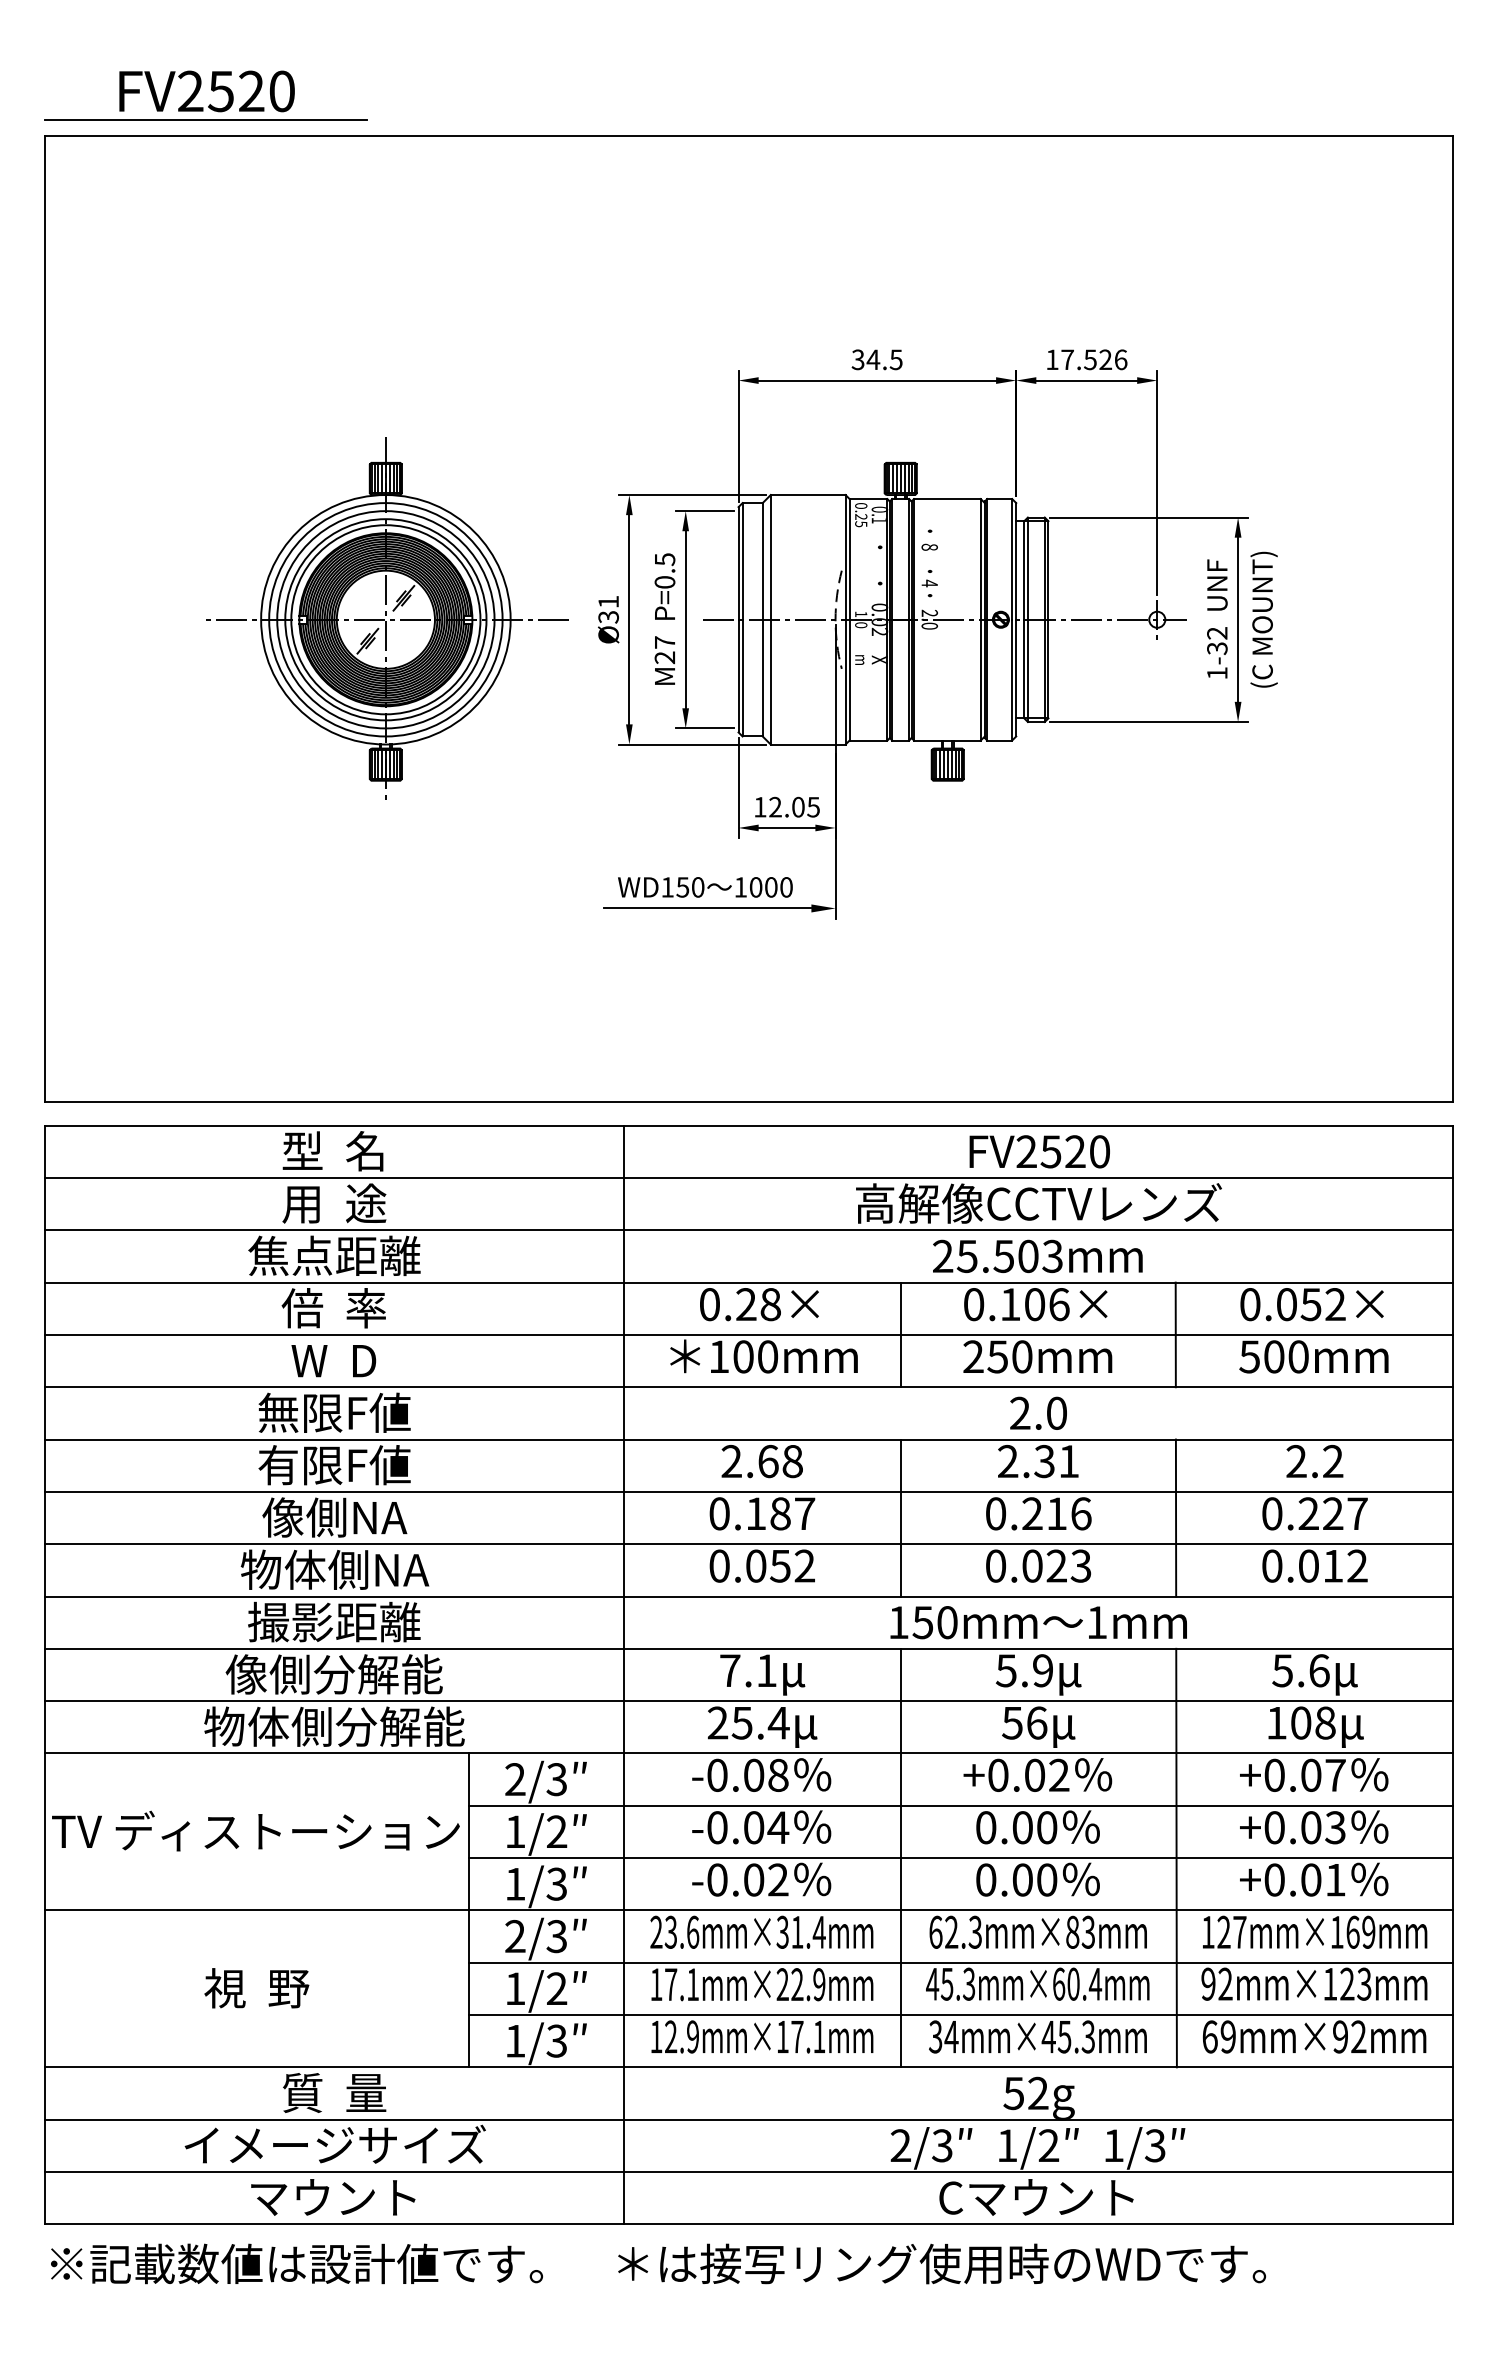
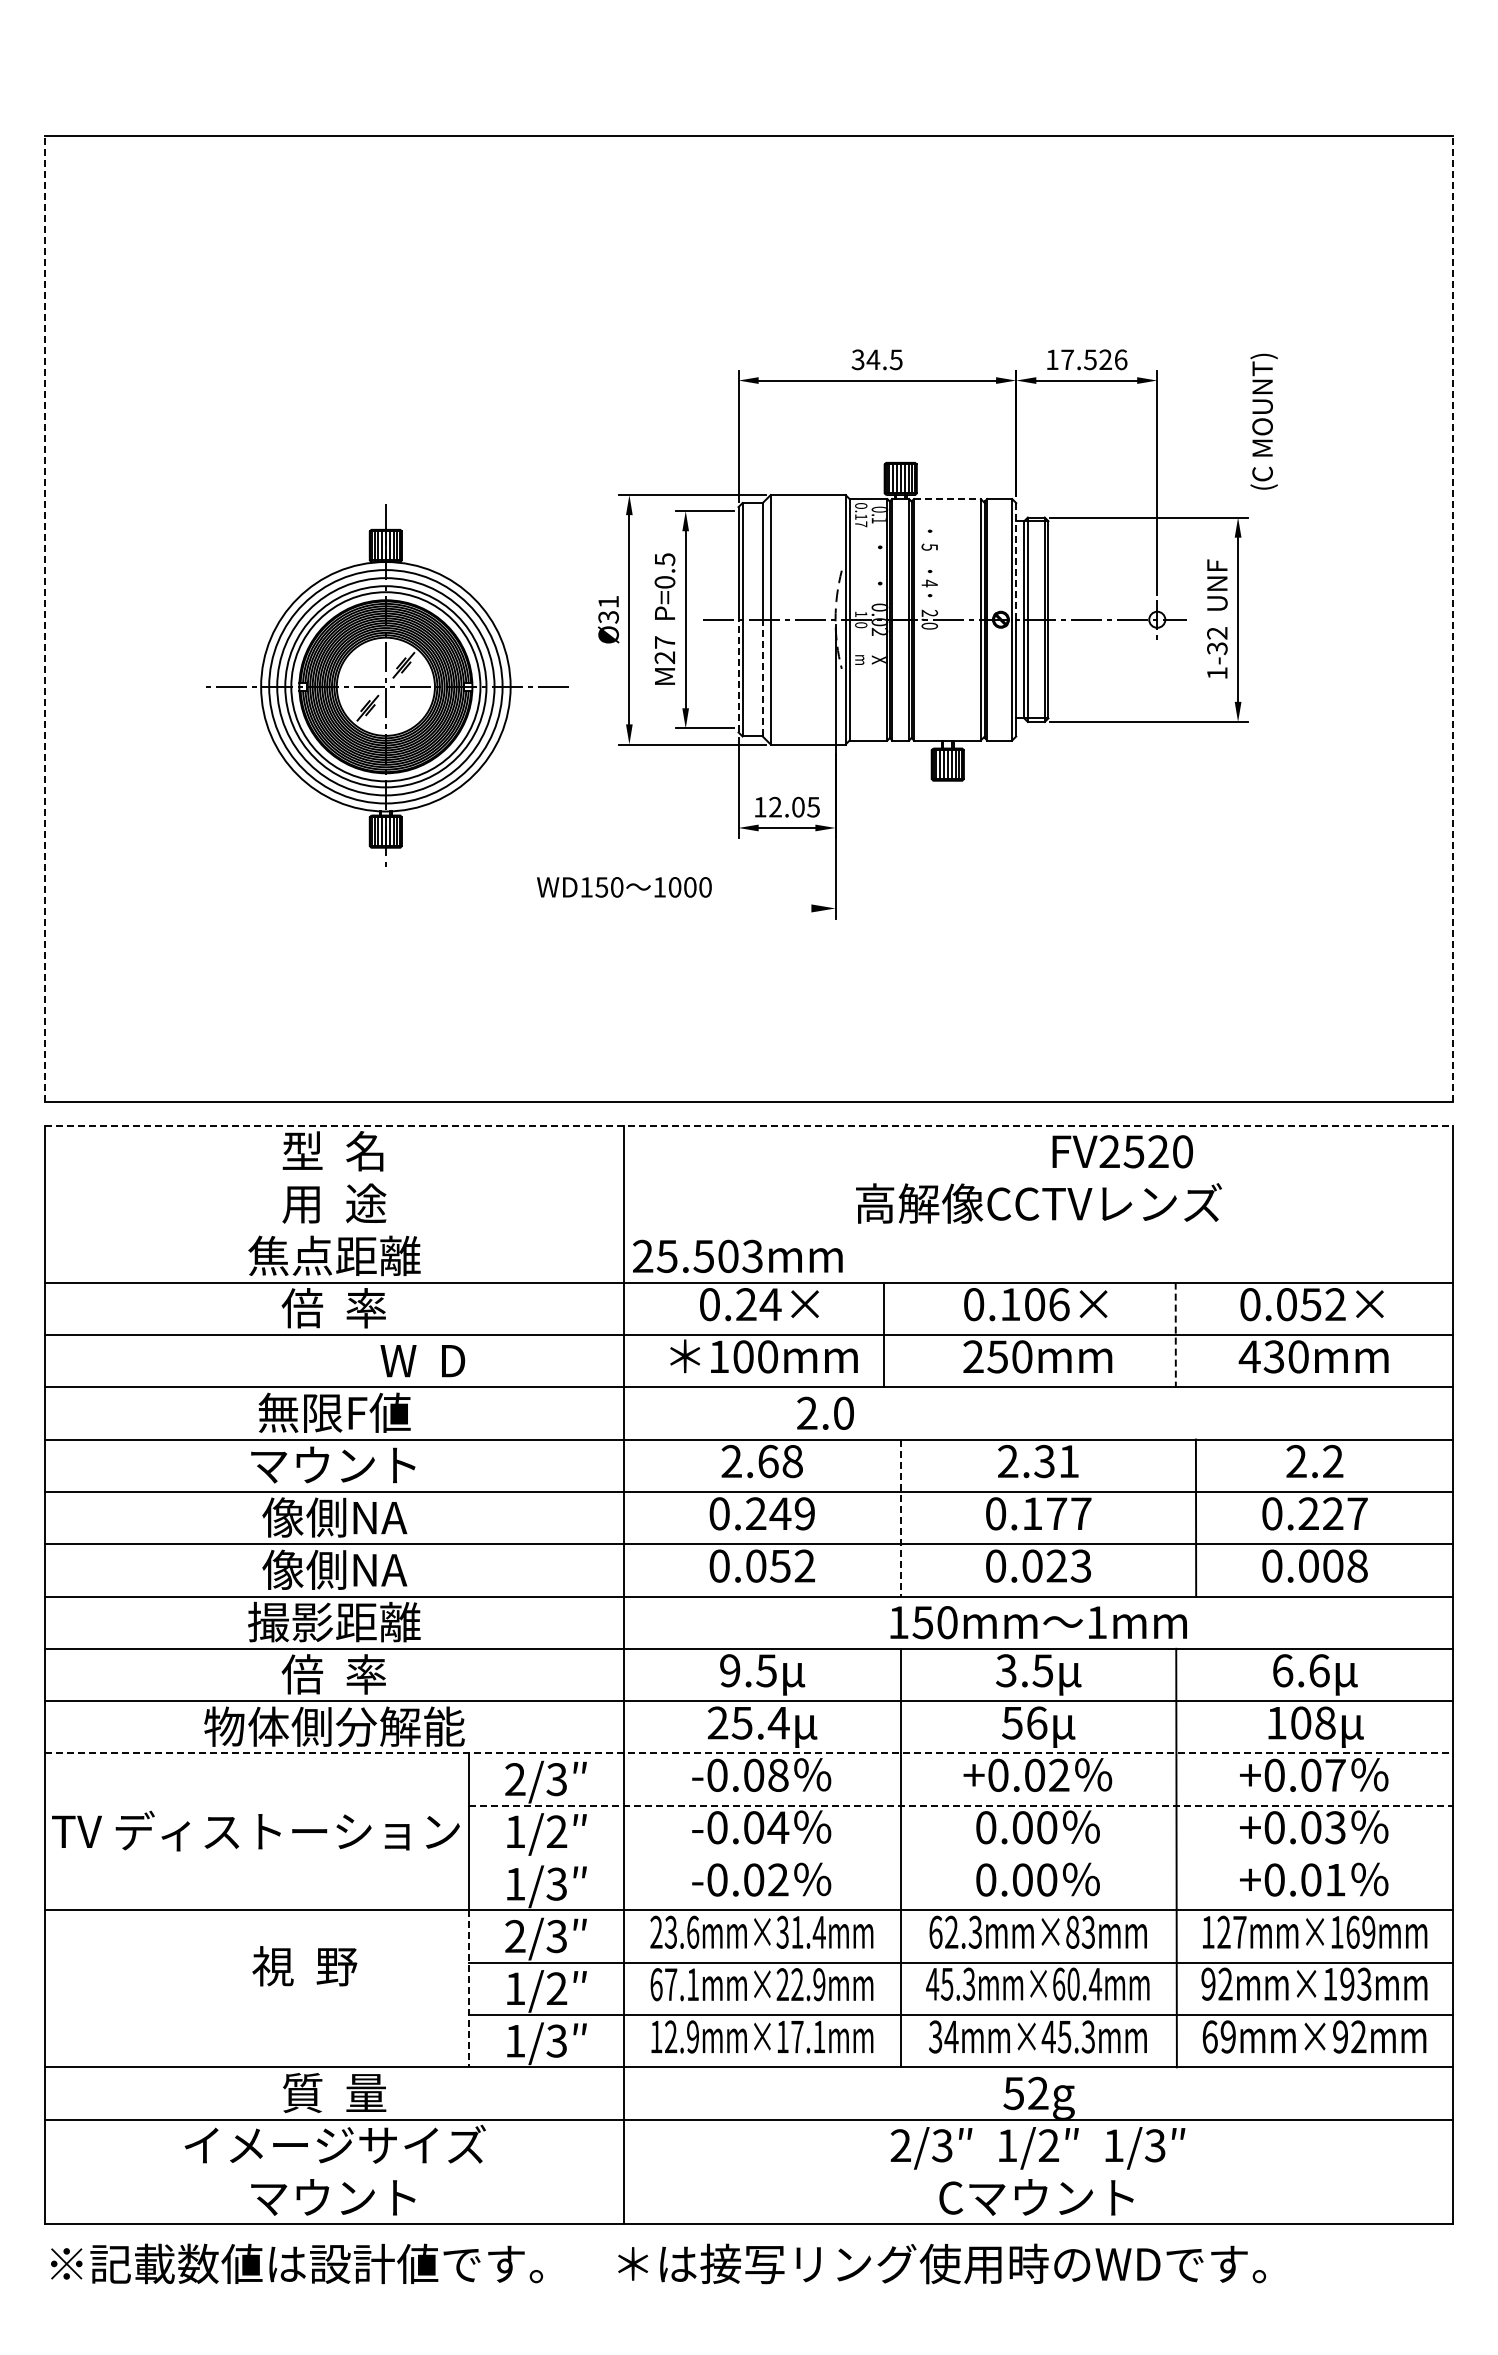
part at (198, 92): present -> none
line at (947, 499): solid -> dashed
text at (861, 520): 0.25 -> 0.17
text at (929, 546): 8 -> 5
line at (1016, 561): solid -> dashed
line at (44, 618): solid -> dashed
part at (387, 618) position: (387, 618) -> (387, 685)
line at (1453, 618): solid -> dashed
text at (1263, 619) position: (1263, 619) -> (1263, 421)
line at (738, 675): solid -> dashed
line at (762, 677): solid -> dashed
text at (705, 887) position: (705, 887) -> (624, 887)
line at (707, 908): present -> none
line at (749, 1125): solid -> dashed
text at (1039, 1151) position: (1039, 1151) -> (1122, 1151)
line at (748, 1178): present -> none
line at (748, 1230): present -> none
text at (1037, 1256) position: (1037, 1256) -> (737, 1256)
text at (770, 1304): 0.28× -> 0.24×
line at (900, 1334) position: (900, 1334) -> (883, 1334)
line at (1175, 1335): solid -> dashed
text at (1261, 1356): 500mm -> 430mm
text at (333, 1361) position: (333, 1361) -> (422, 1361)
text at (1038, 1412) position: (1038, 1412) -> (825, 1412)
text at (333, 1465): 有限F値 -> マウント
text at (780, 1513): 0.187 -> 0.249
text at (1056, 1513): 0.216 -> 0.177
line at (1175, 1517) position: (1175, 1517) -> (1195, 1517)
line at (900, 1518): solid -> dashed
text at (1345, 1565): 0.012 -> 0.008
text at (334, 1569): 物体側NA -> 像側NA
text at (748, 1670): 7.1 -> 9.5
text at (1024, 1670): 5.9 -> 3.5
text at (1282, 1670): 5.6 -> 6.6
text at (333, 1674): 像側分解能 -> 倍  率
line at (749, 1753): solid -> dashed
line at (961, 1805): solid -> dashed
line at (961, 1858): present -> none
text at (656, 1984): 17.1mm×22.9mm -> 67.1mm×22.9mm
text at (1347, 1984): 92mm×123mm -> 92mm×193mm
text at (256, 1988) position: (256, 1988) -> (304, 1966)
line at (469, 1989): solid -> dashed
line at (748, 2171): present -> none
